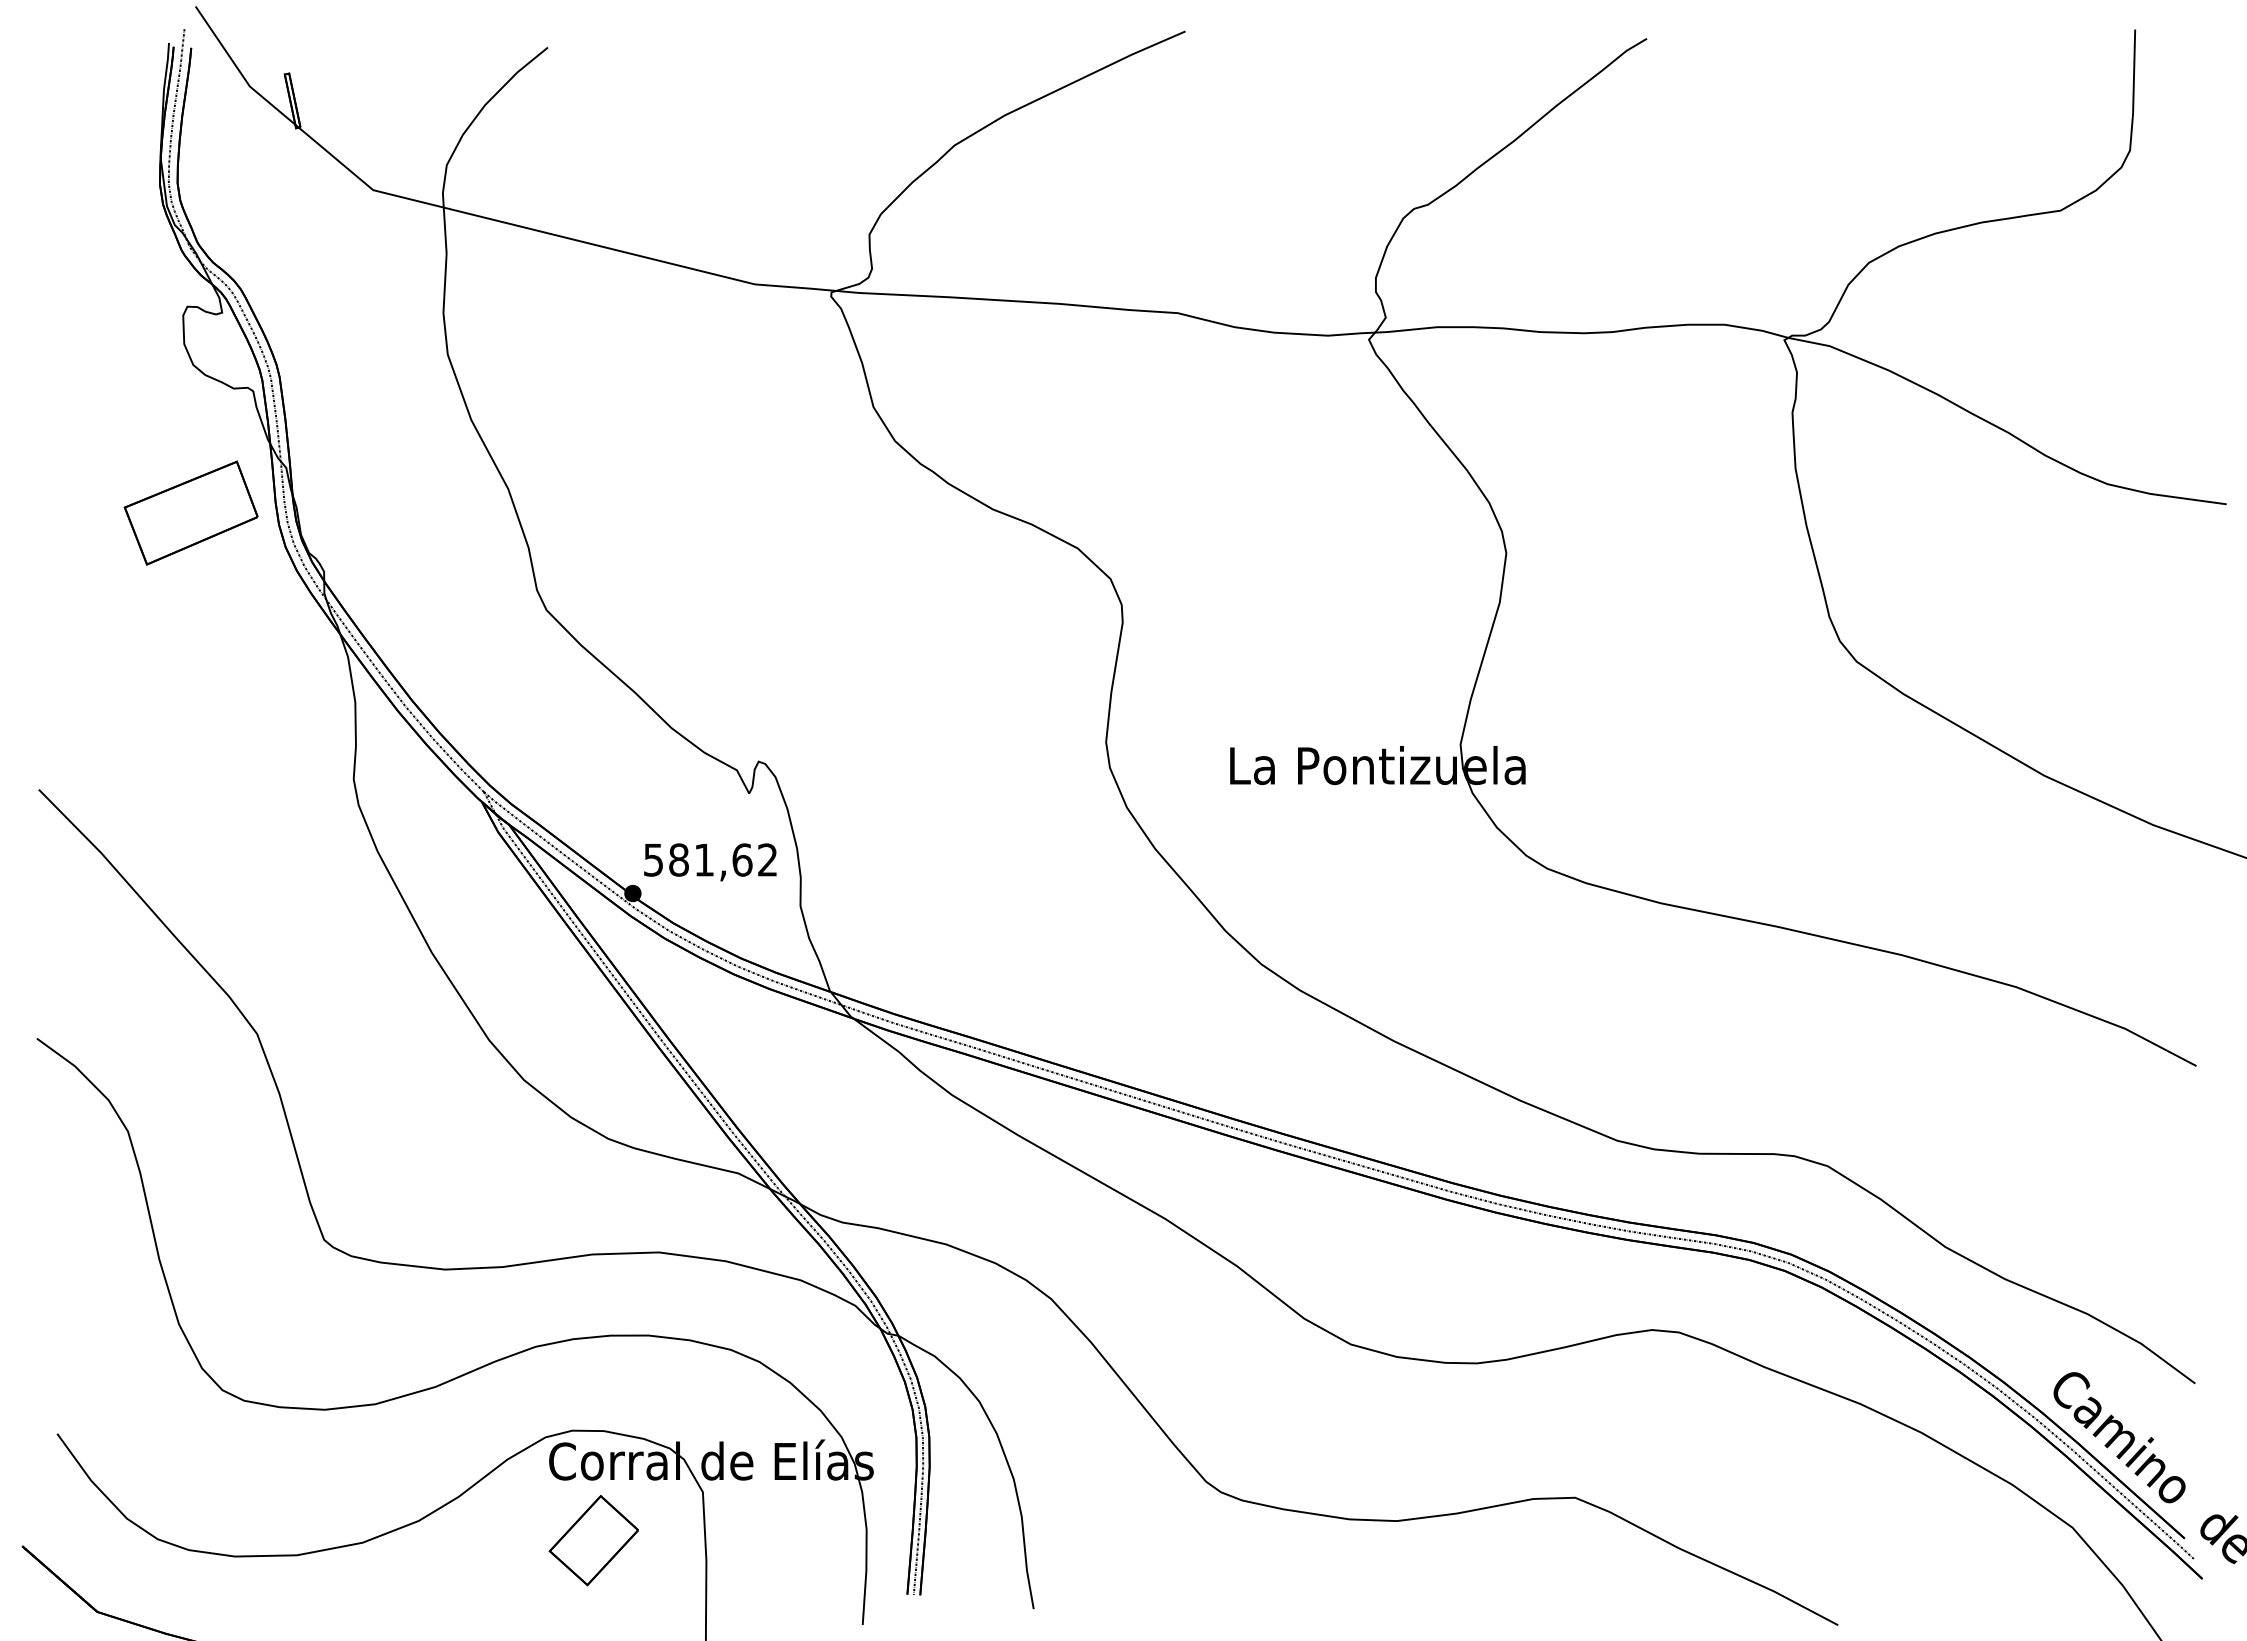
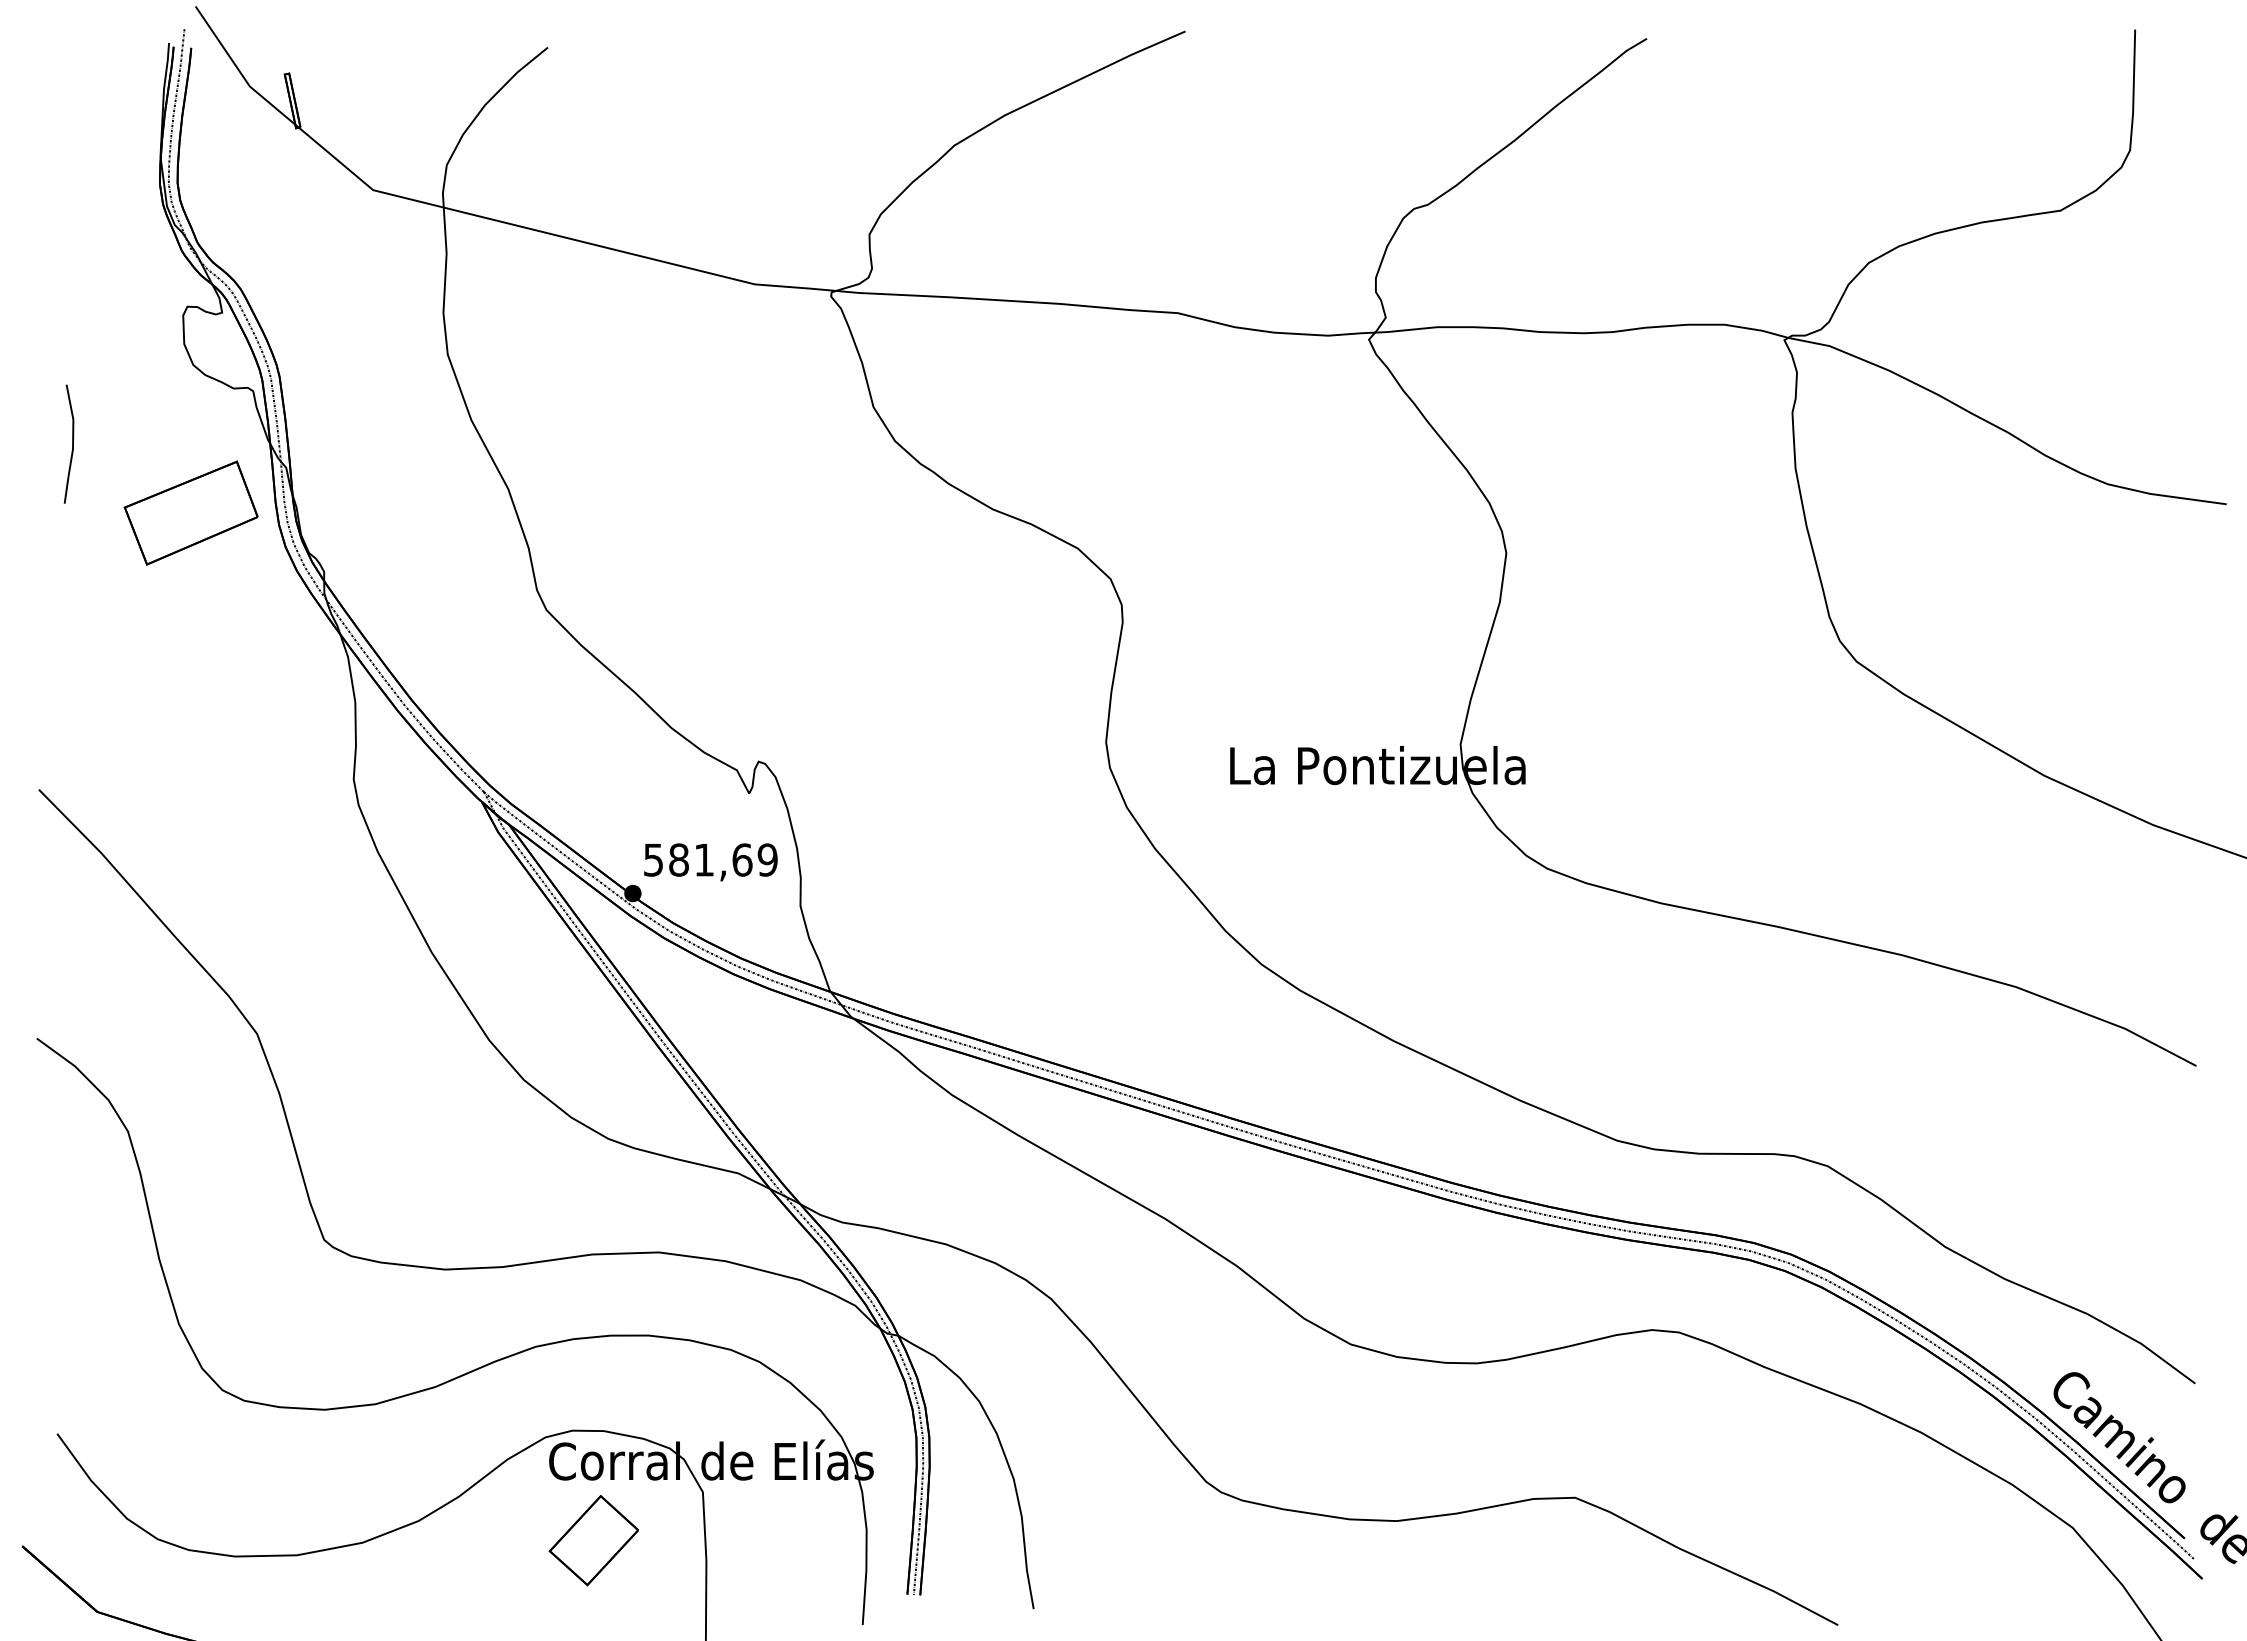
line at (72, 443): none -> present
text at (767, 859): 581,62 -> 581,69
